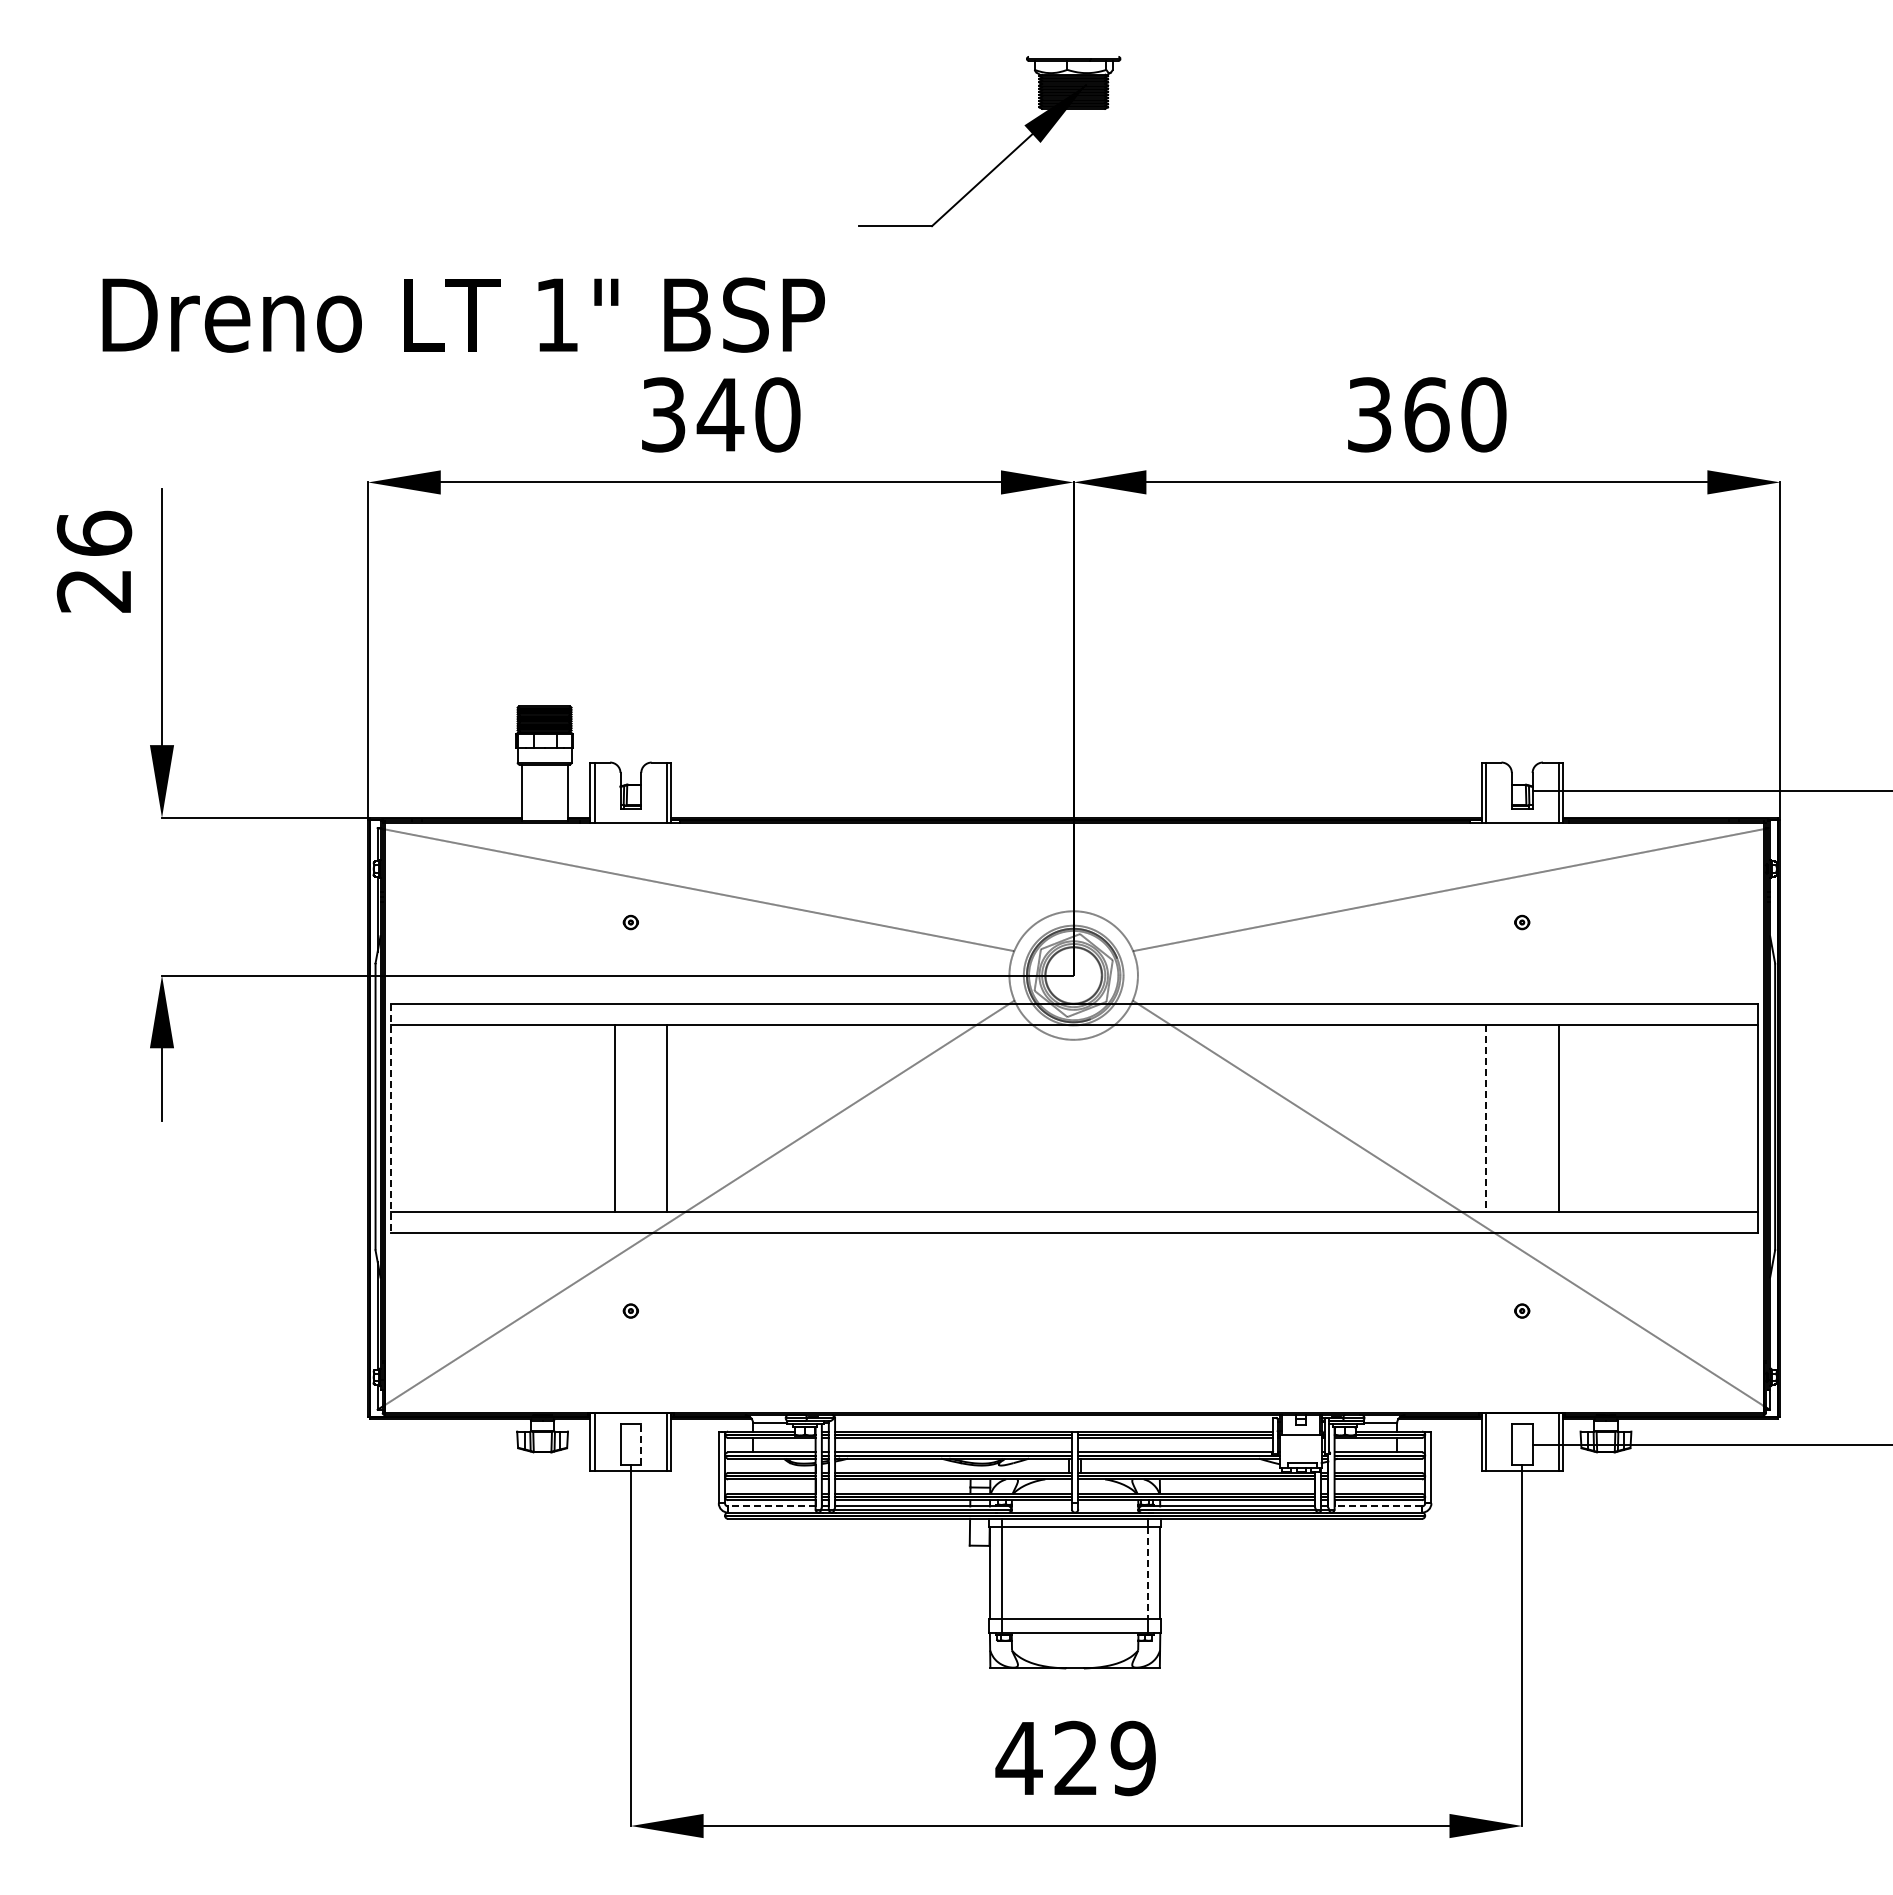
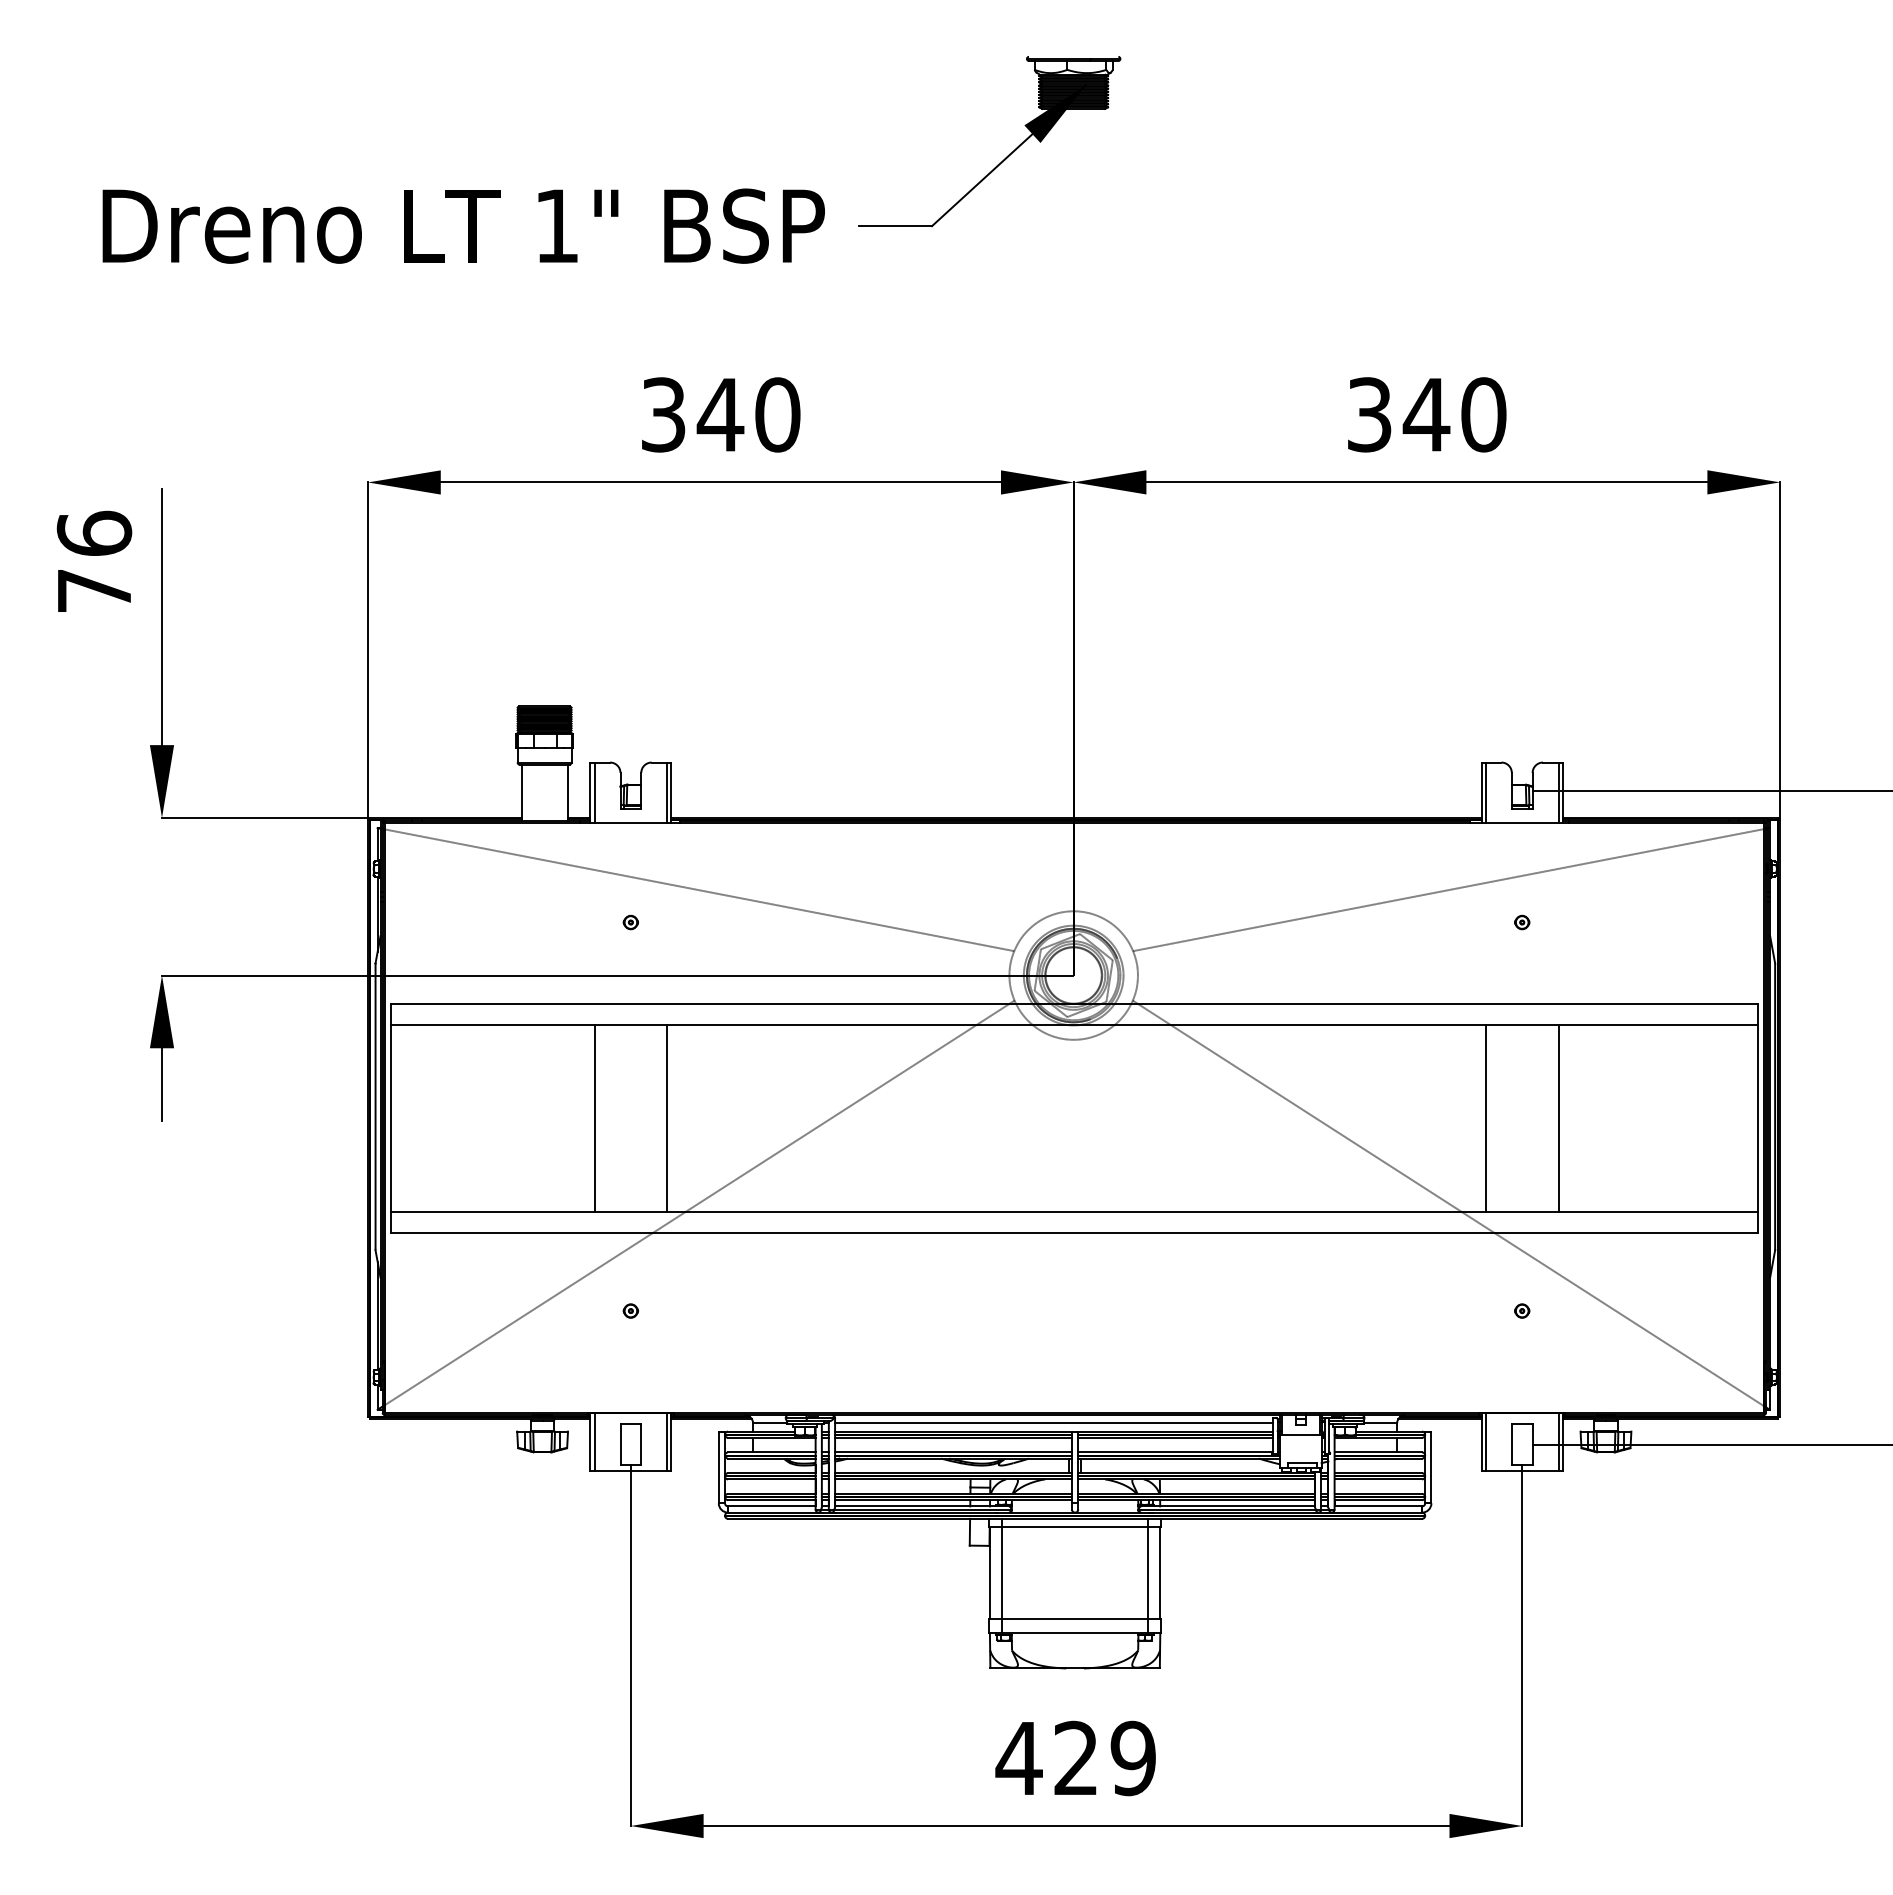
text at (463, 314) position: (463, 314) -> (463, 225)
text at (1426, 414): 360 -> 340
text at (93, 591): 26 -> 76
line at (614, 1117) position: (614, 1117) -> (594, 1117)
line at (390, 1118): dashed -> solid
line at (1485, 1118): dashed -> solid
line at (1054, 1423): none -> present
line at (641, 1444): dashed -> solid
line at (771, 1506): dashed -> solid
line at (1378, 1506): dashed -> solid
line at (1147, 1572): dashed -> solid
